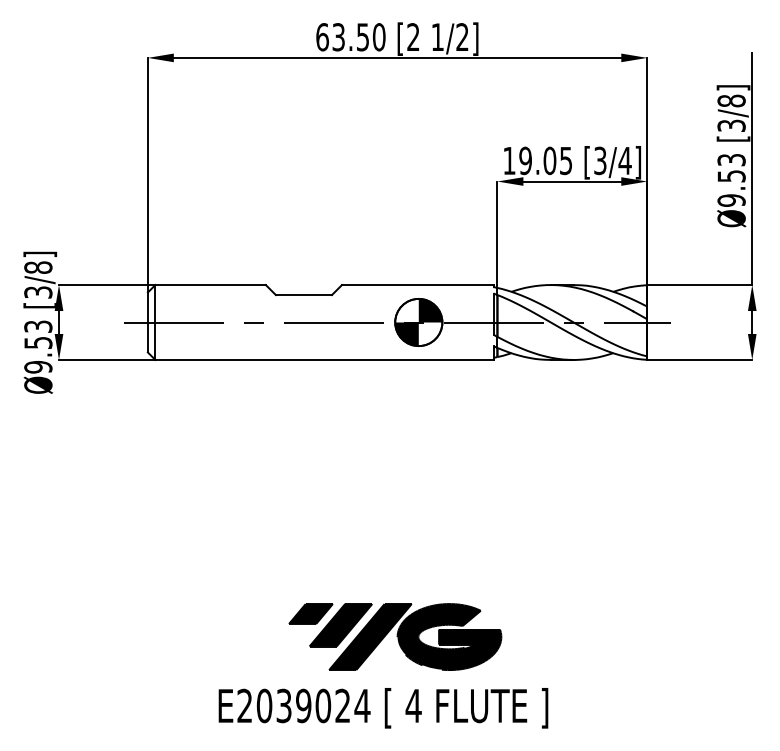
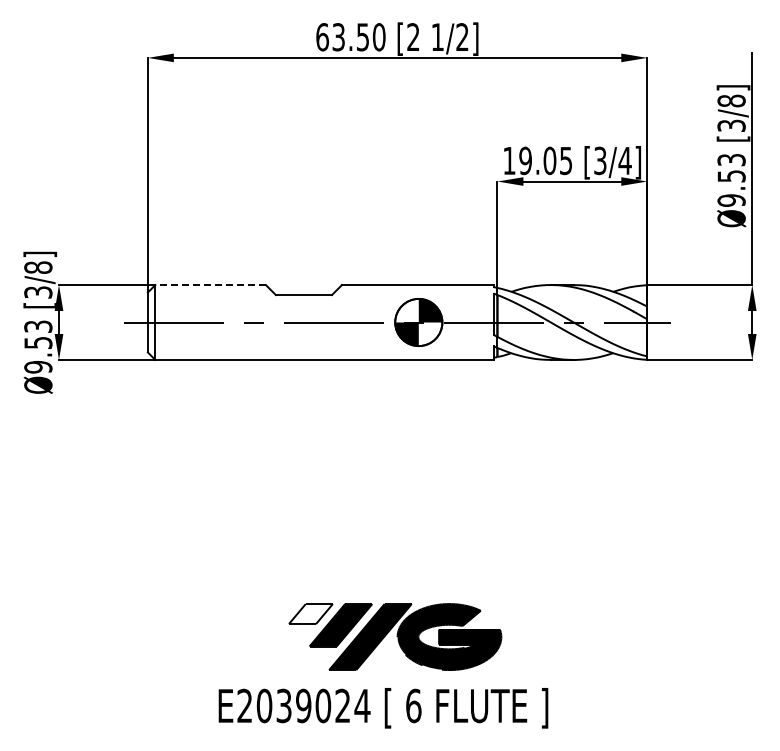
line at (210, 285): solid -> dashed
fill at (310, 613): present -> none
text at (413, 705): 4 -> 6
